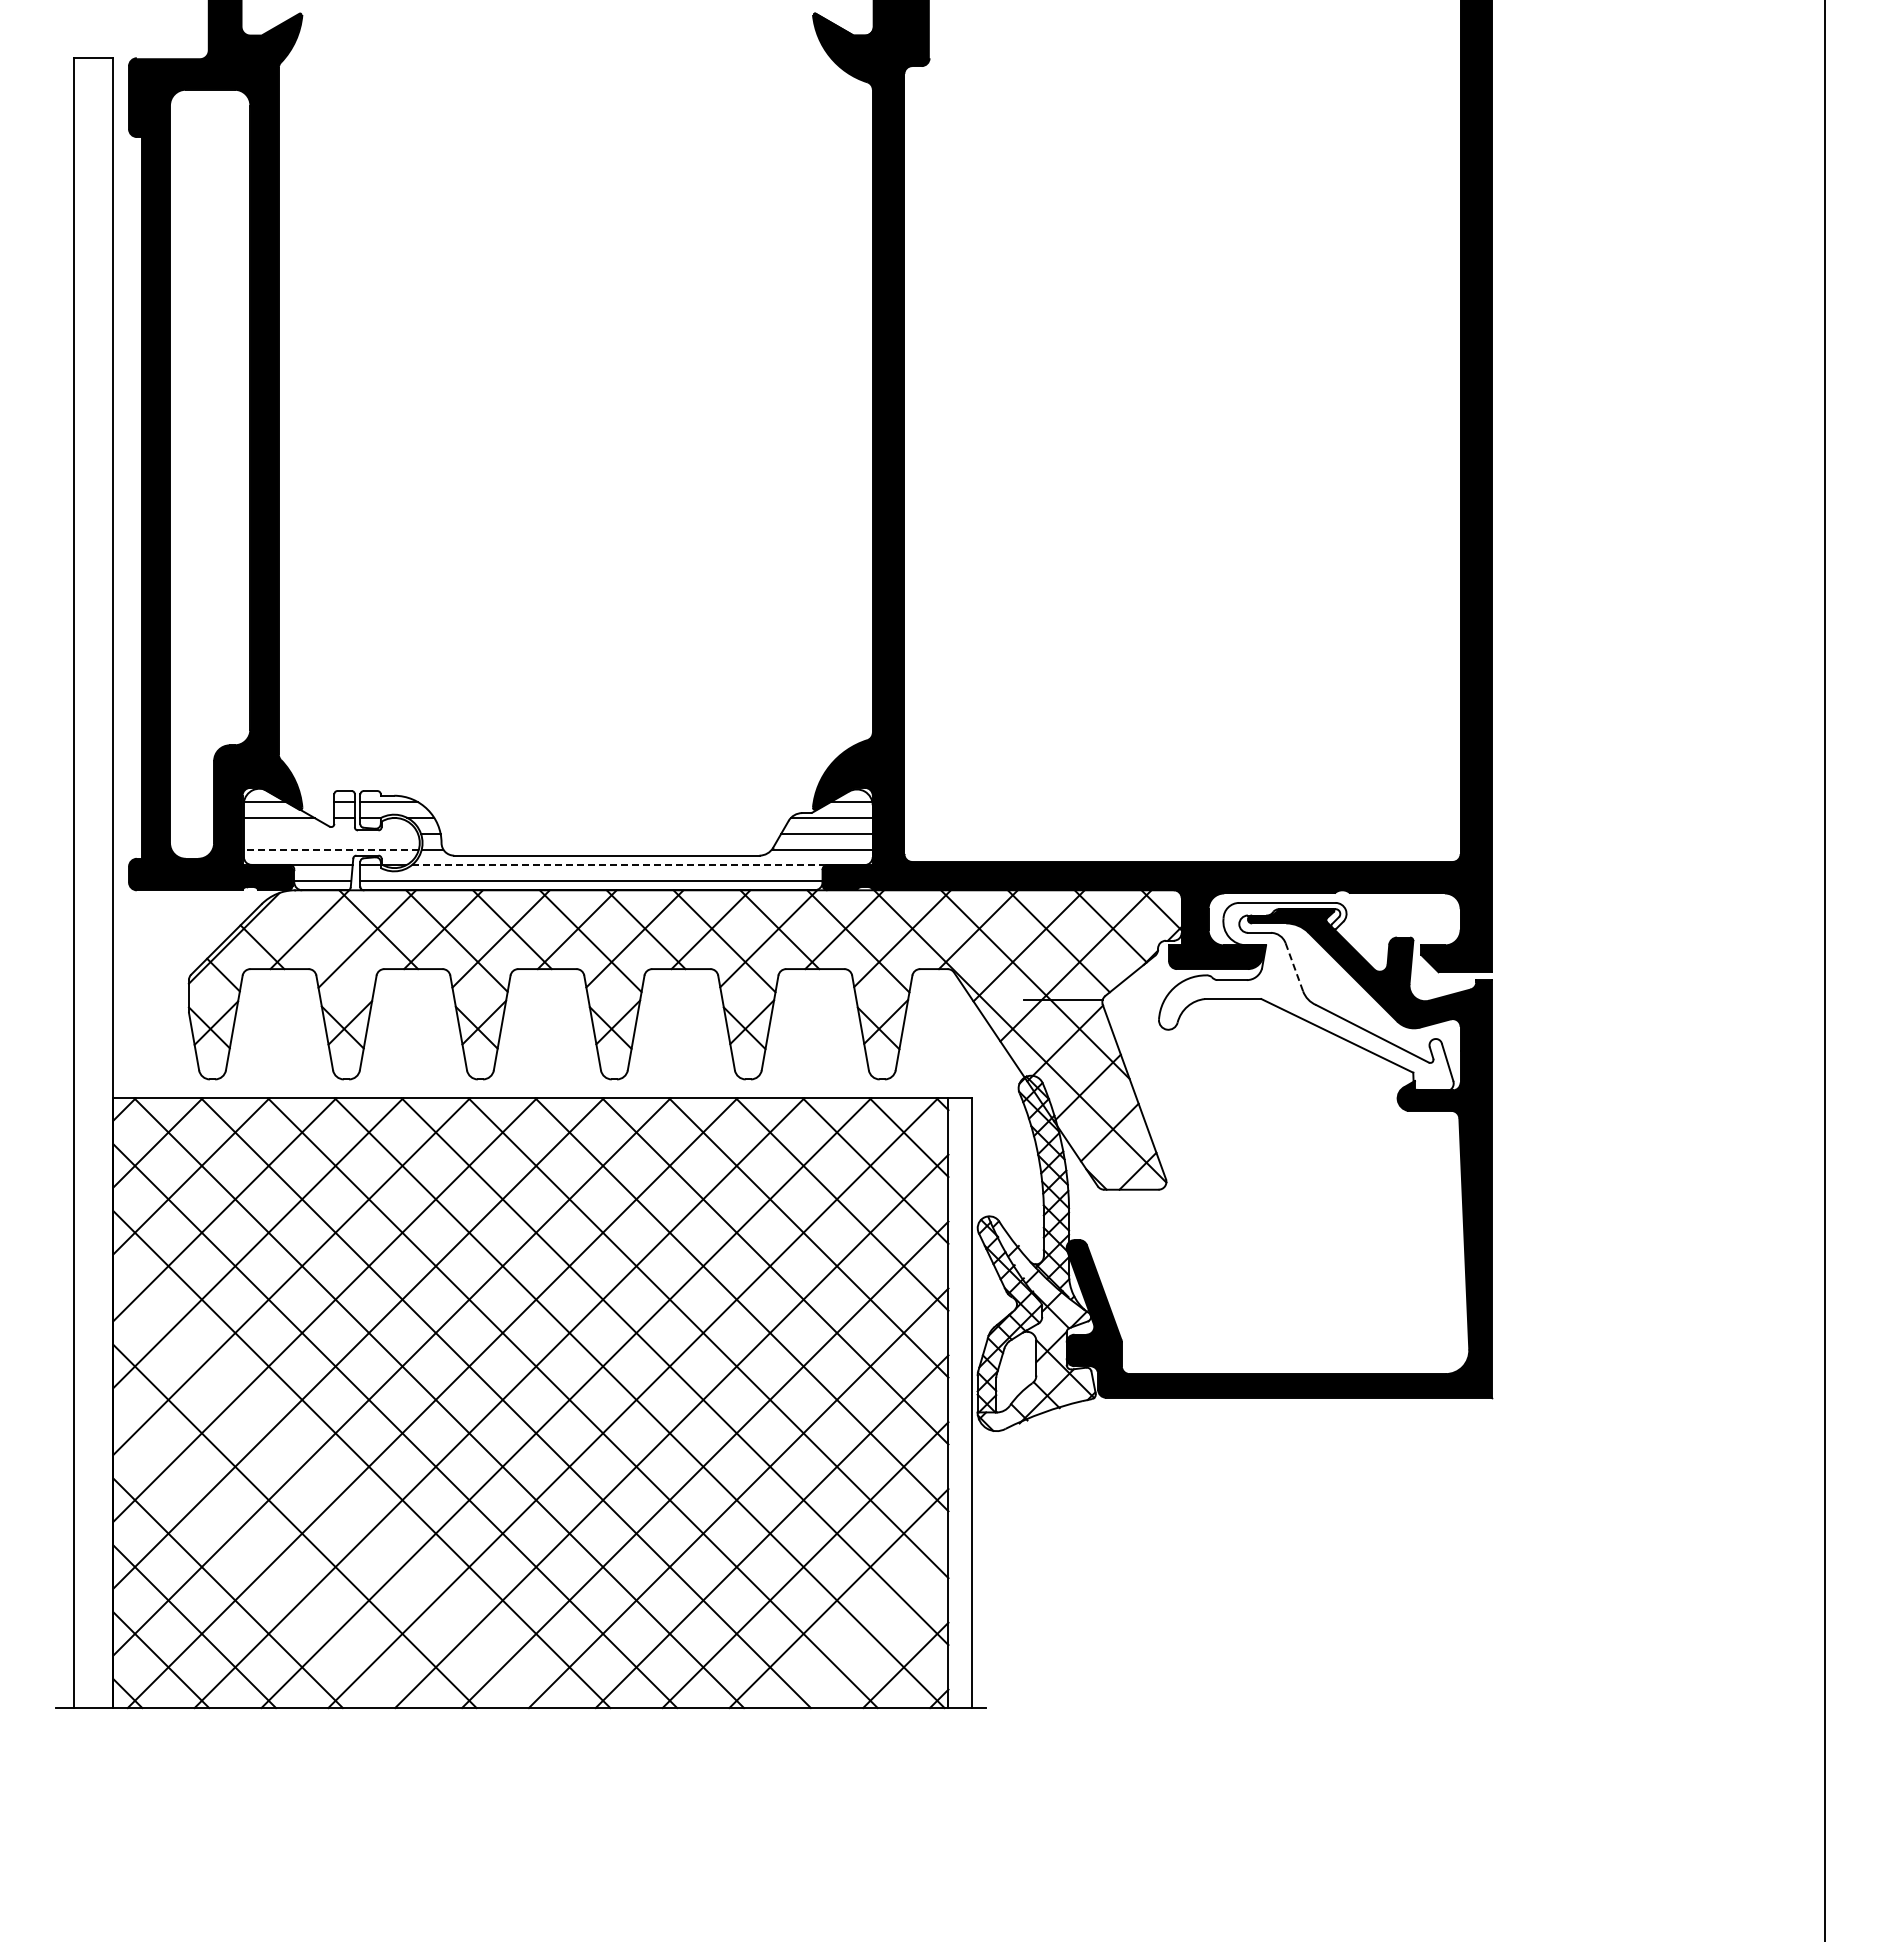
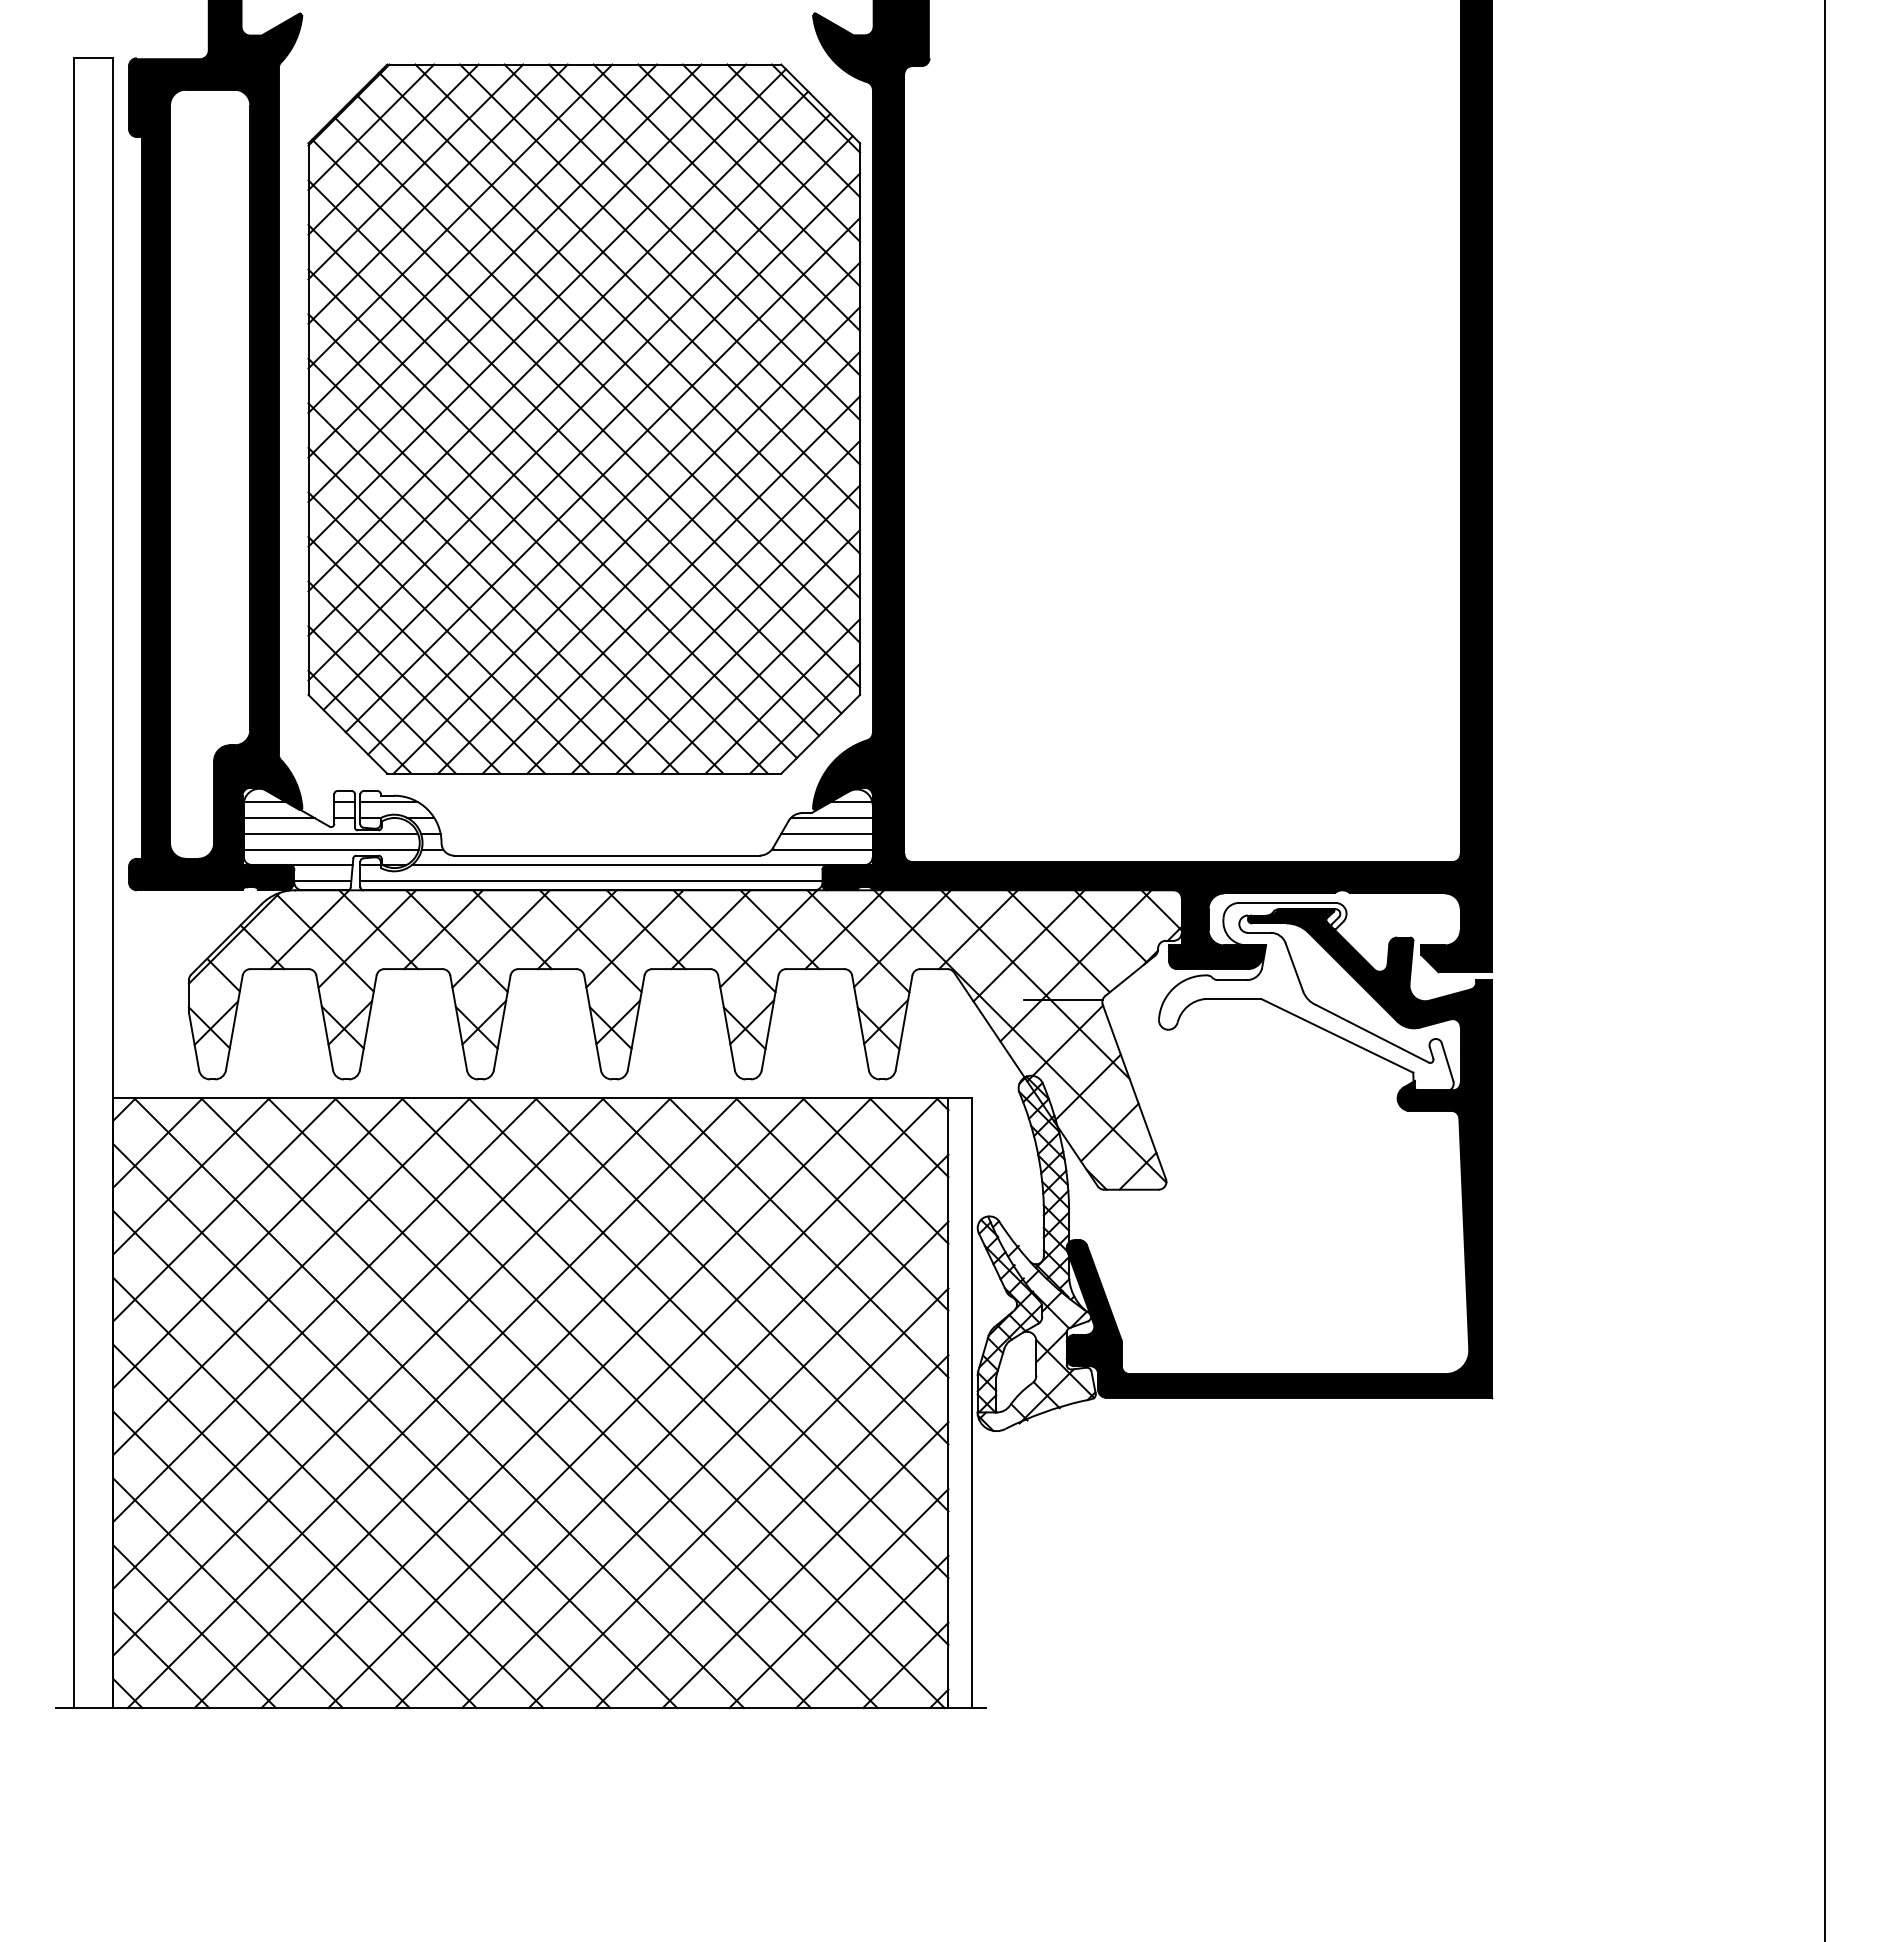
part at (584, 418): none -> present
line at (330, 833): none -> present
line at (331, 849): dashed -> solid
line at (618, 865): dashed -> solid
line at (324, 942): none -> present
line at (1294, 967): dashed -> solid
line at (328, 1492): none -> present
line at (261, 1559): none -> present
line at (872, 1631): none -> present
